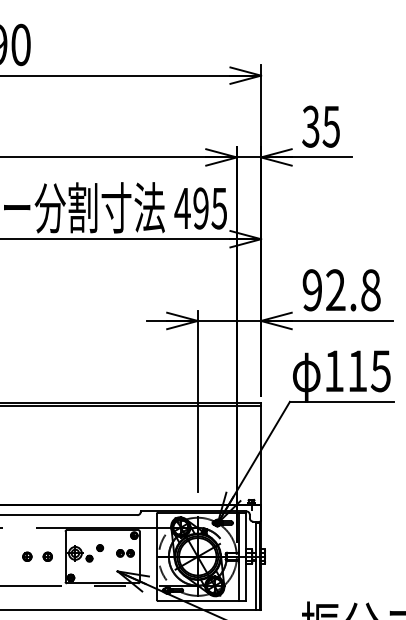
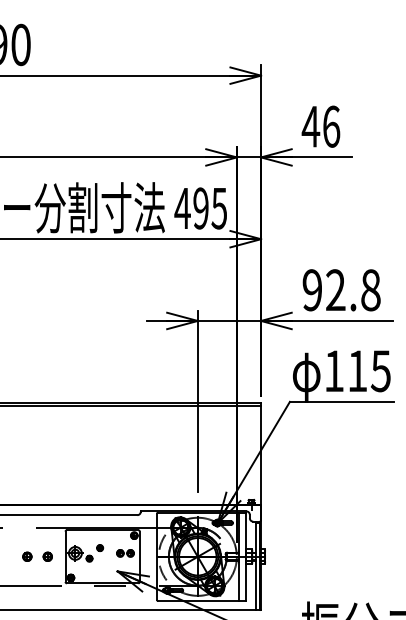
text at (320, 126): 35 -> 46
